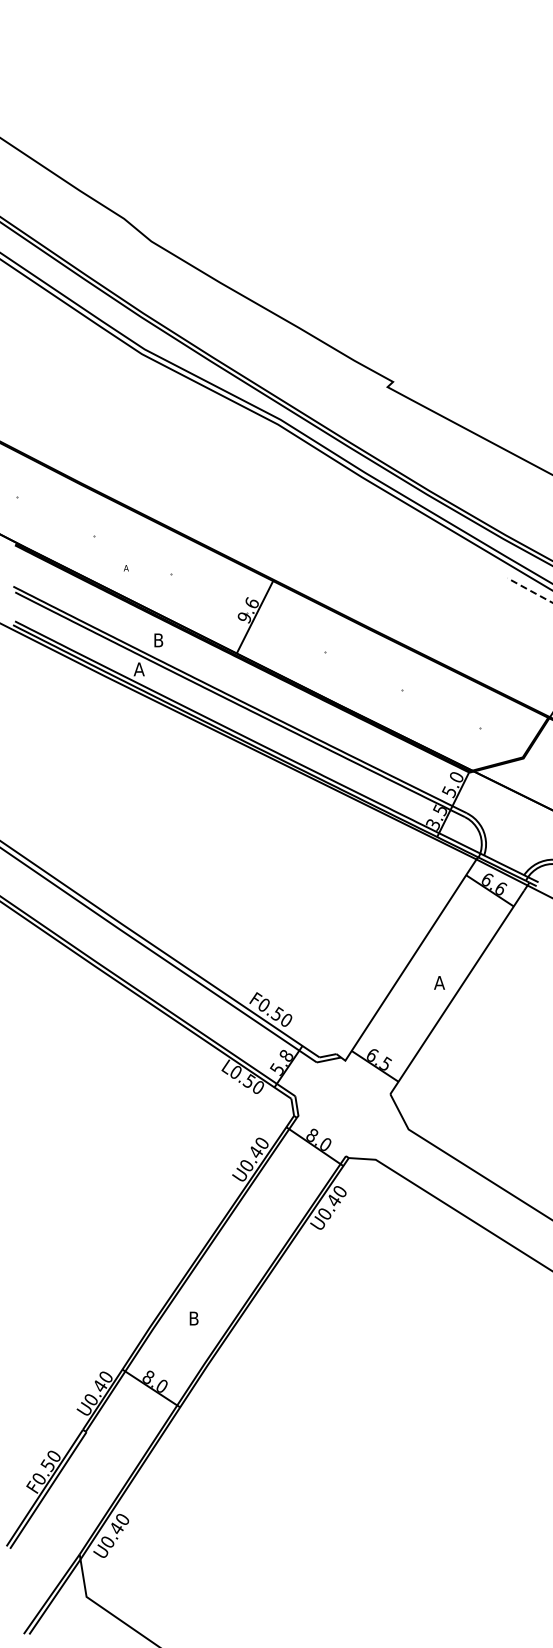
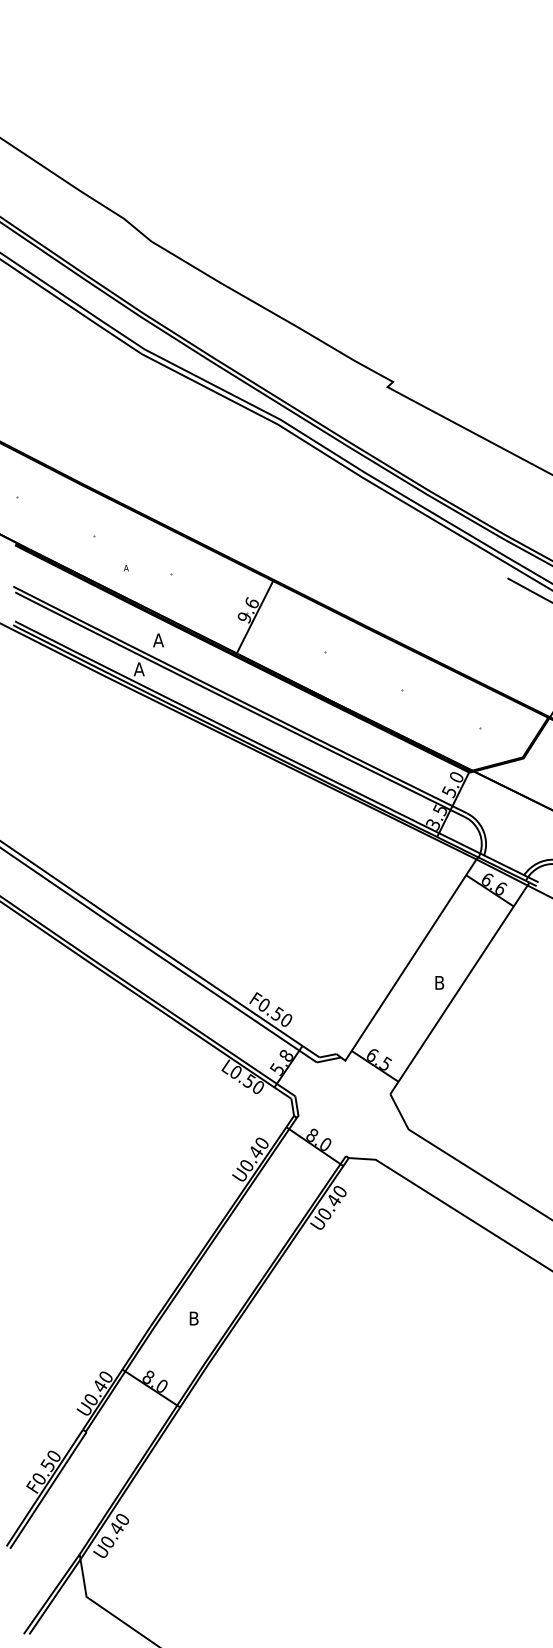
line at (530, 590): dashed -> solid
text at (158, 640): B -> A
text at (439, 982): A -> B
